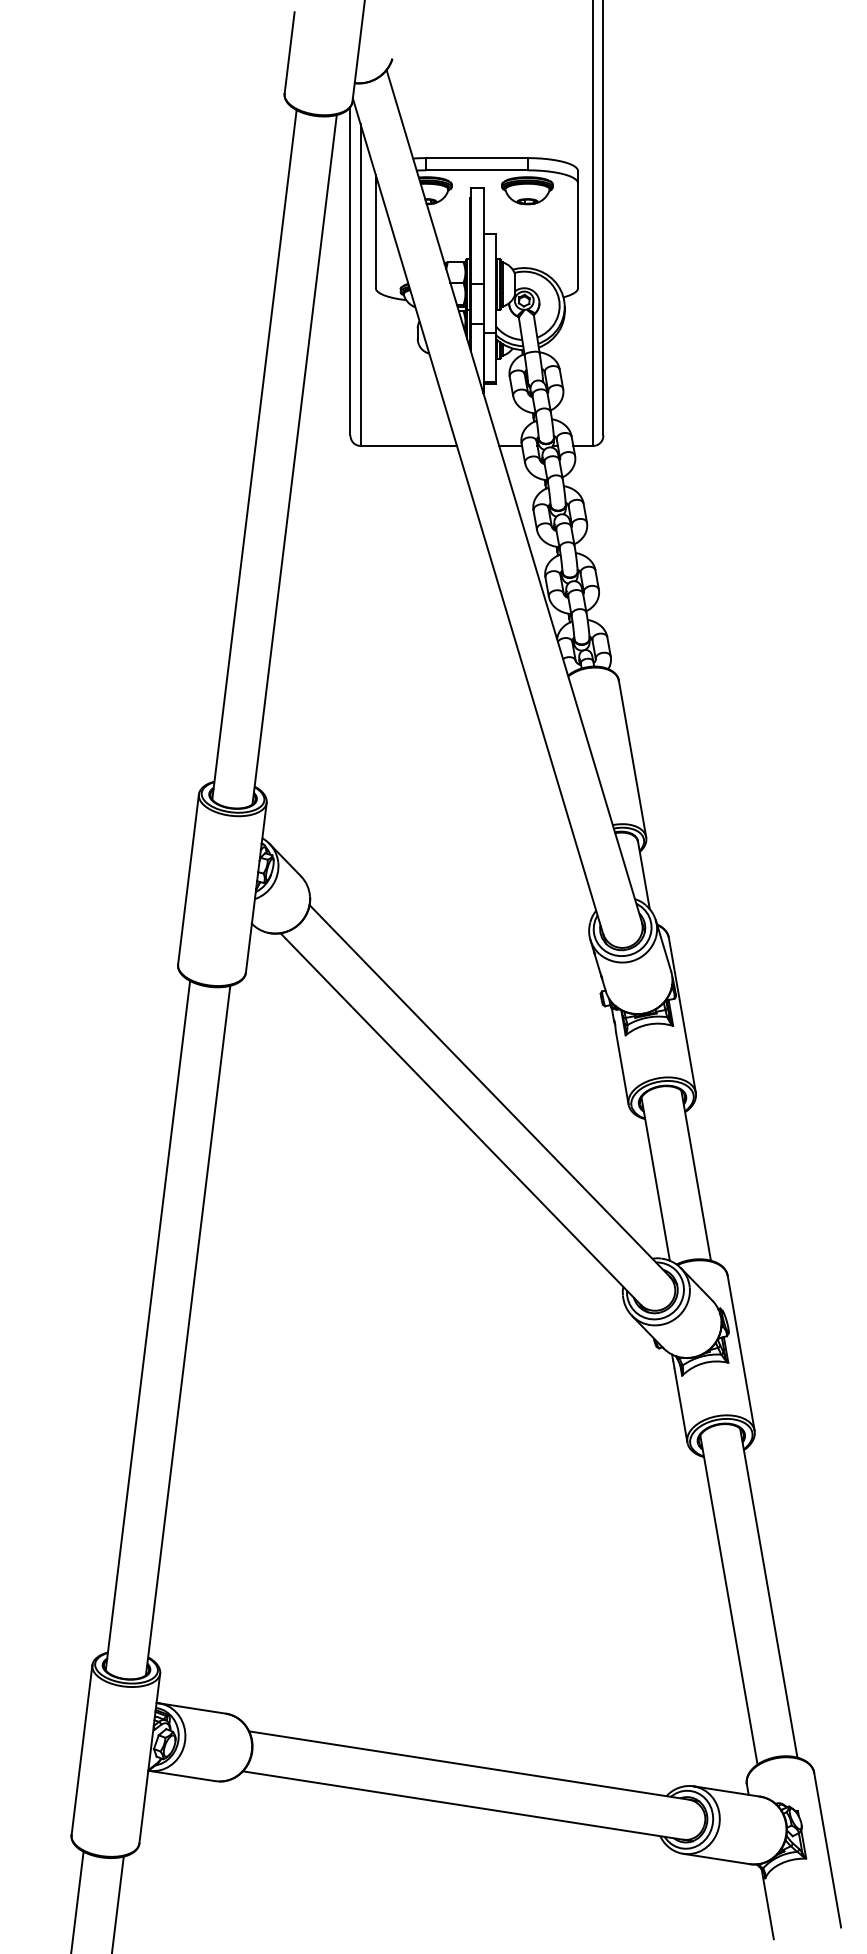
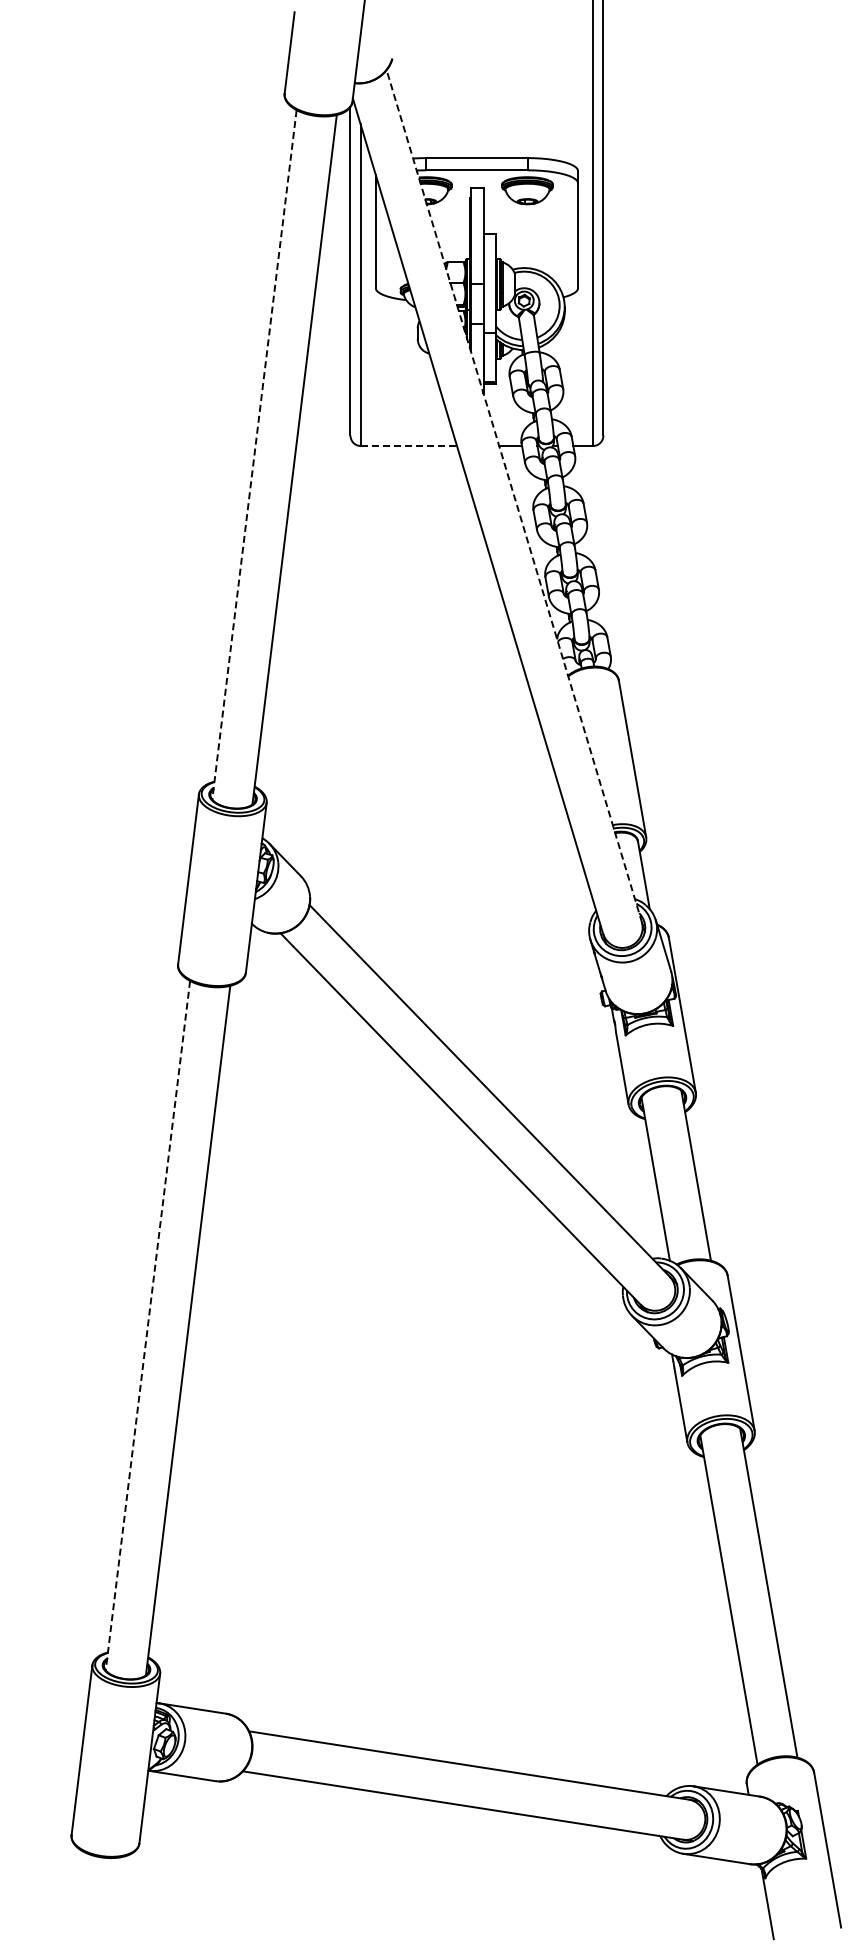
line at (409, 445): solid -> dashed
line at (254, 455): solid -> dashed
line at (514, 495): solid -> dashed
line at (147, 1326): solid -> dashed
line at (77, 1900): present -> none
line at (117, 1903): present -> none
